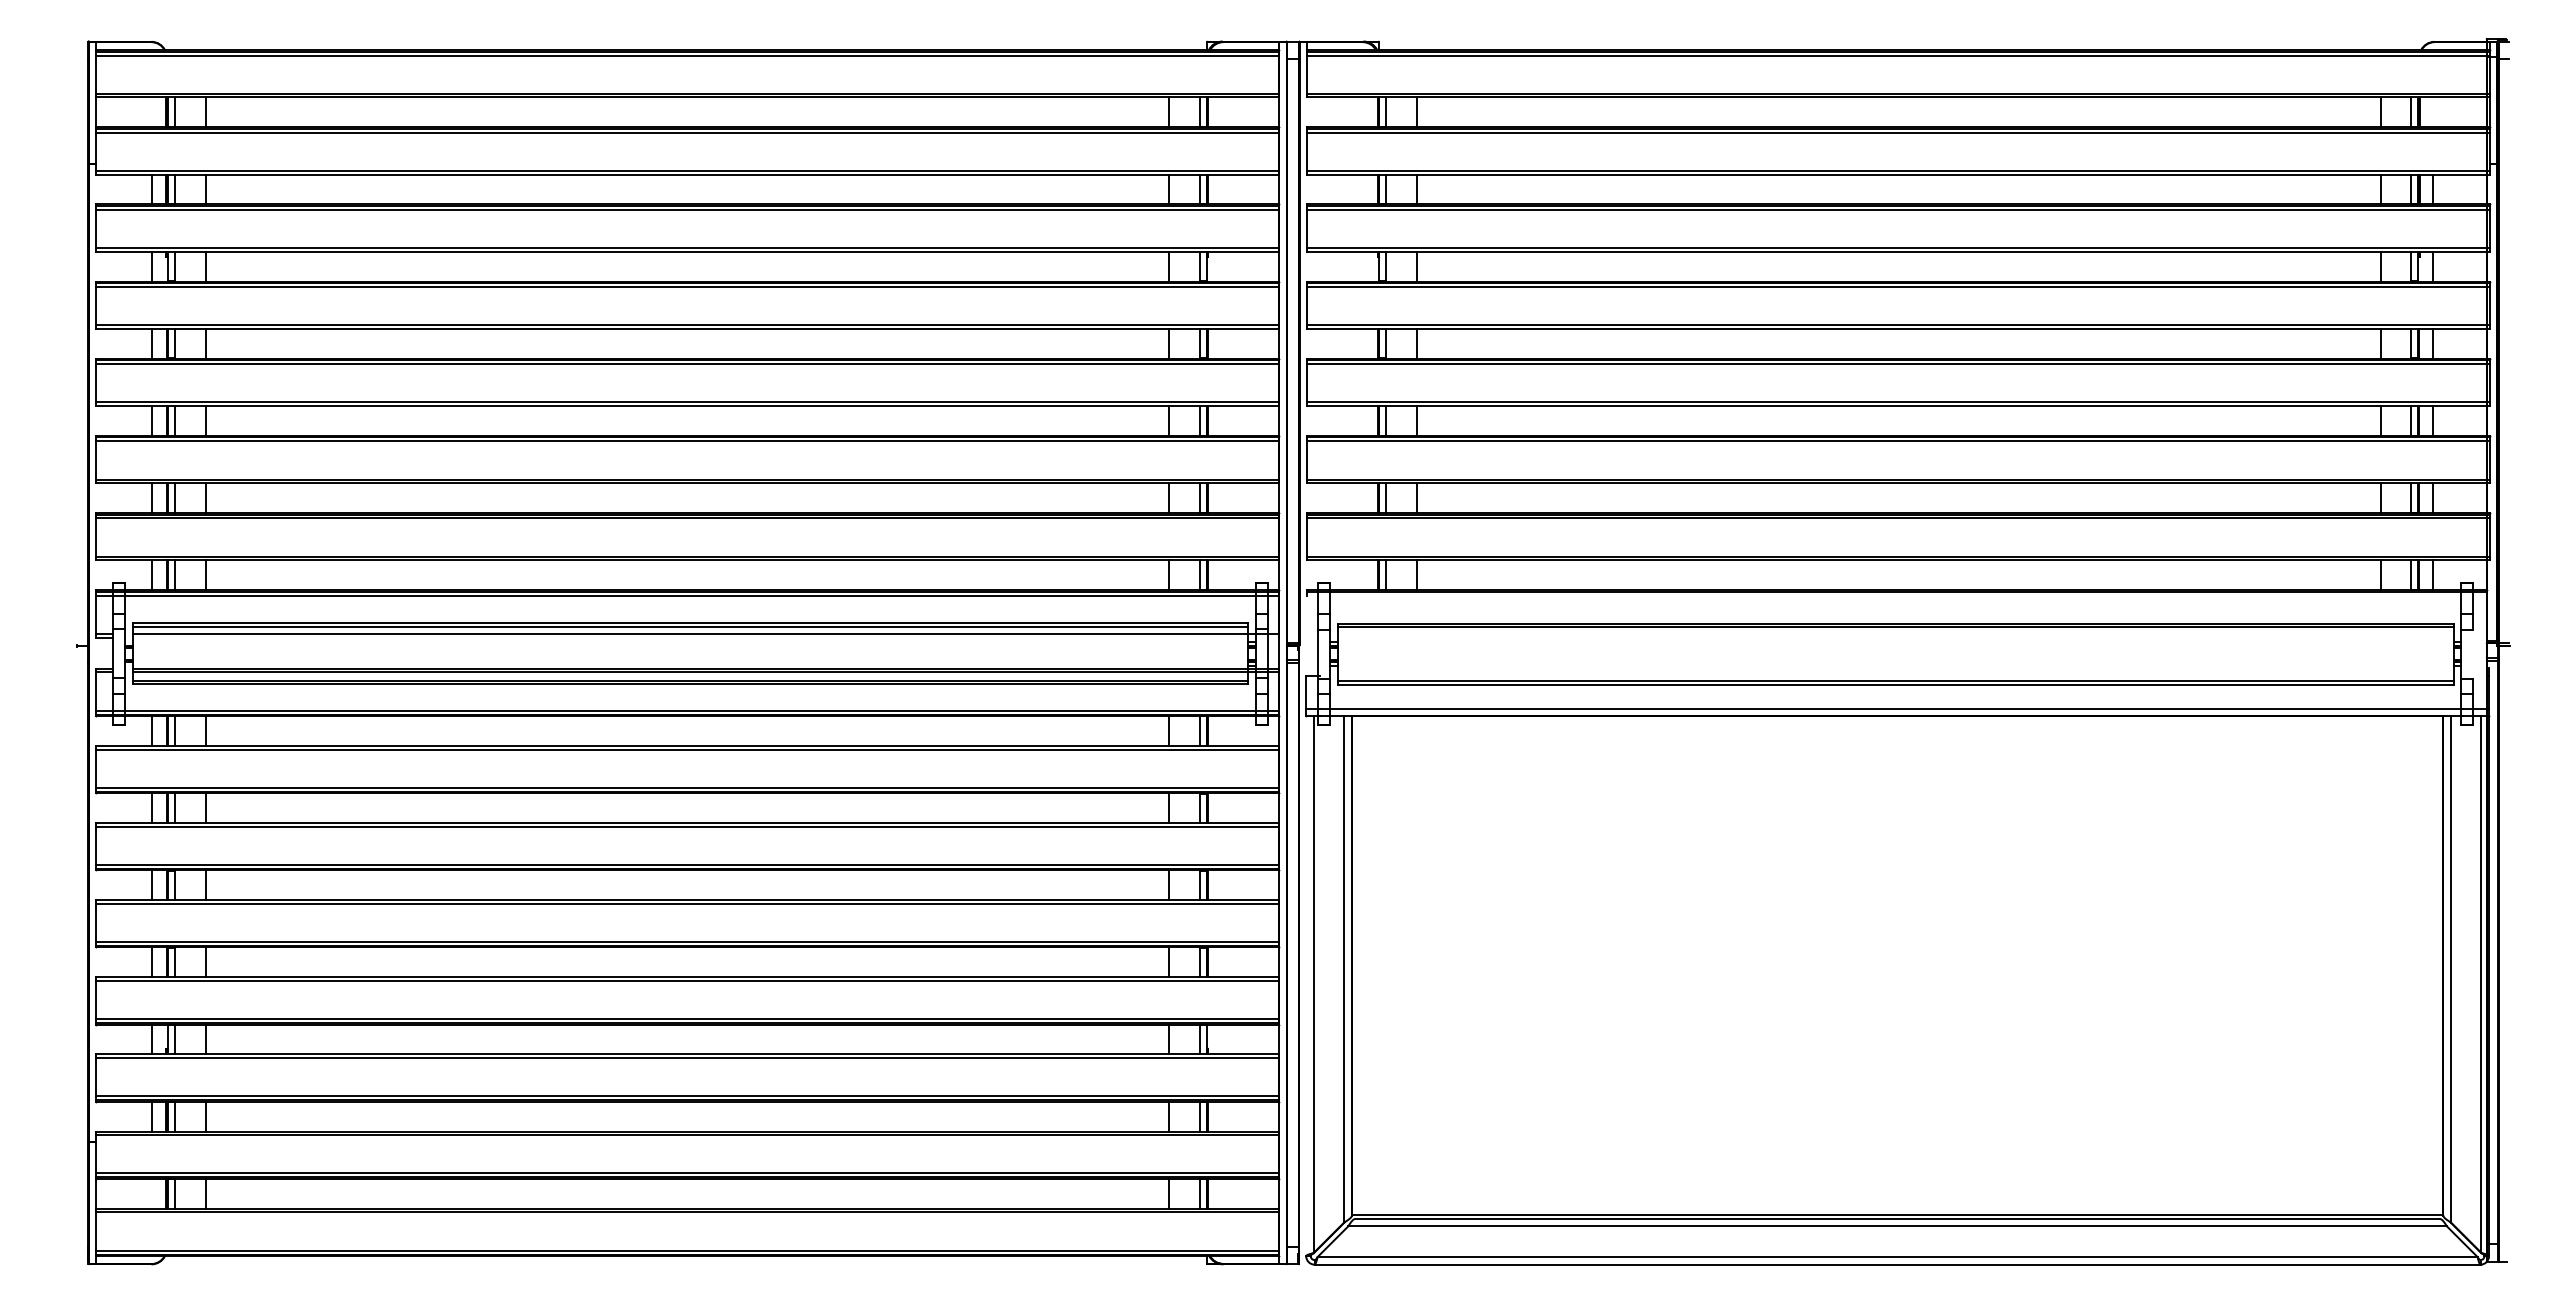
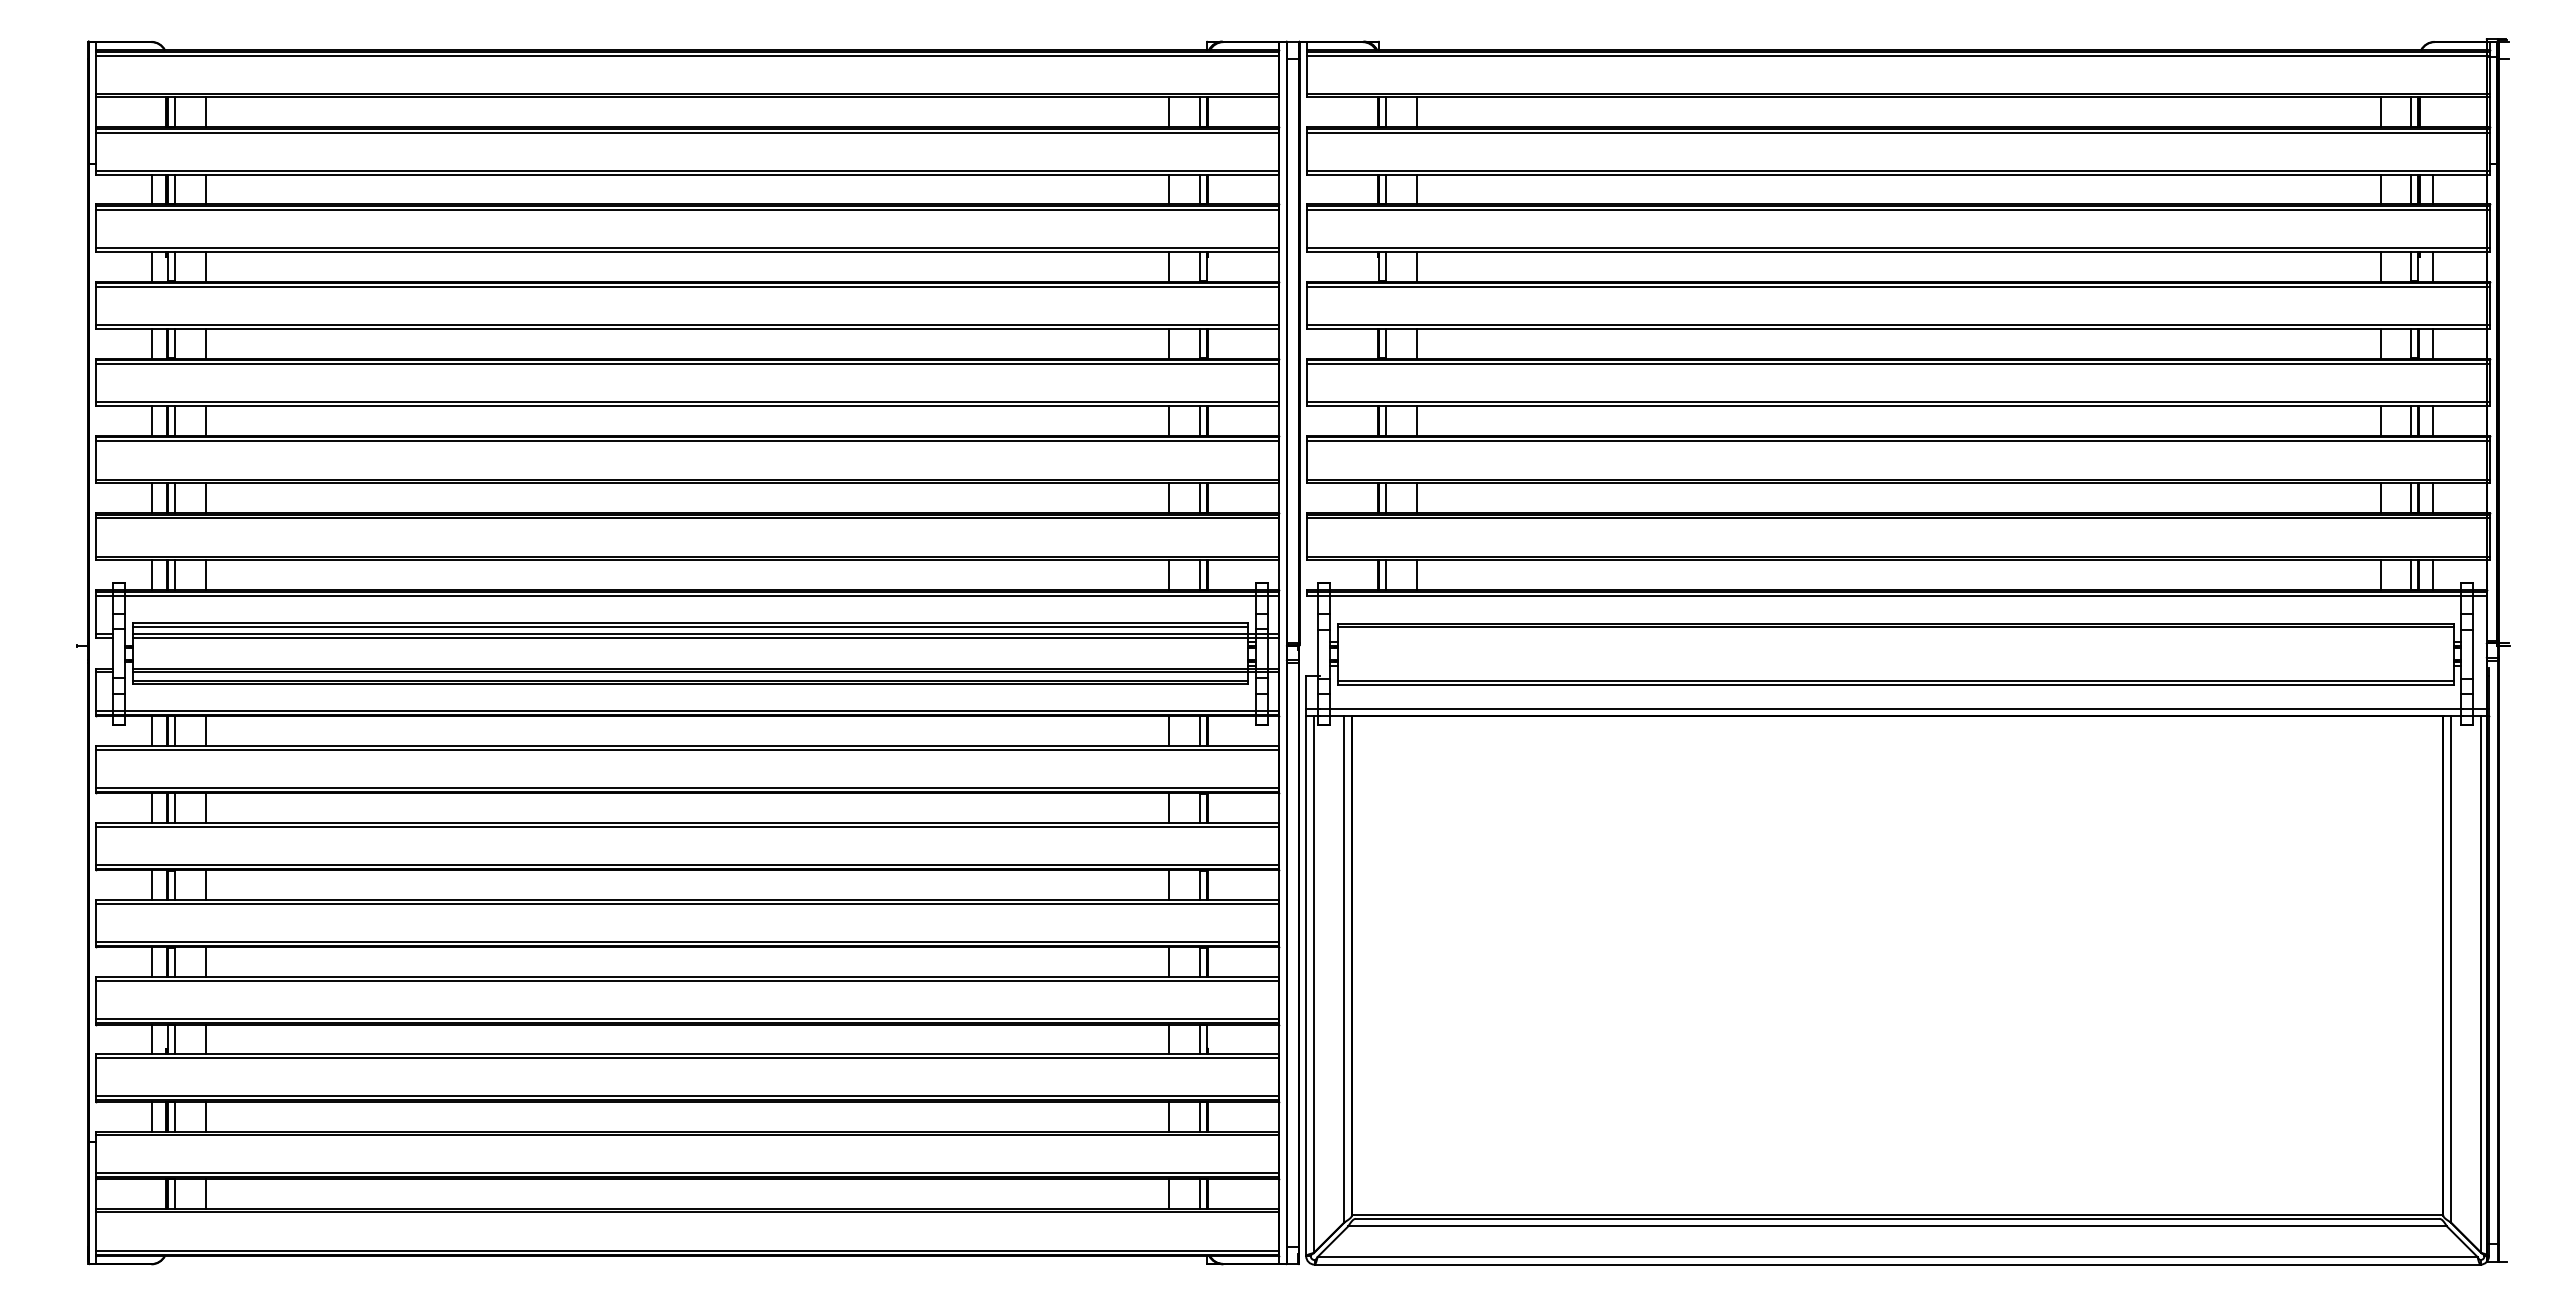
line at (1896, 595): none -> present
line at (705, 637): none -> present
line at (2473, 653): none -> present
line at (1306, 986): none -> present
